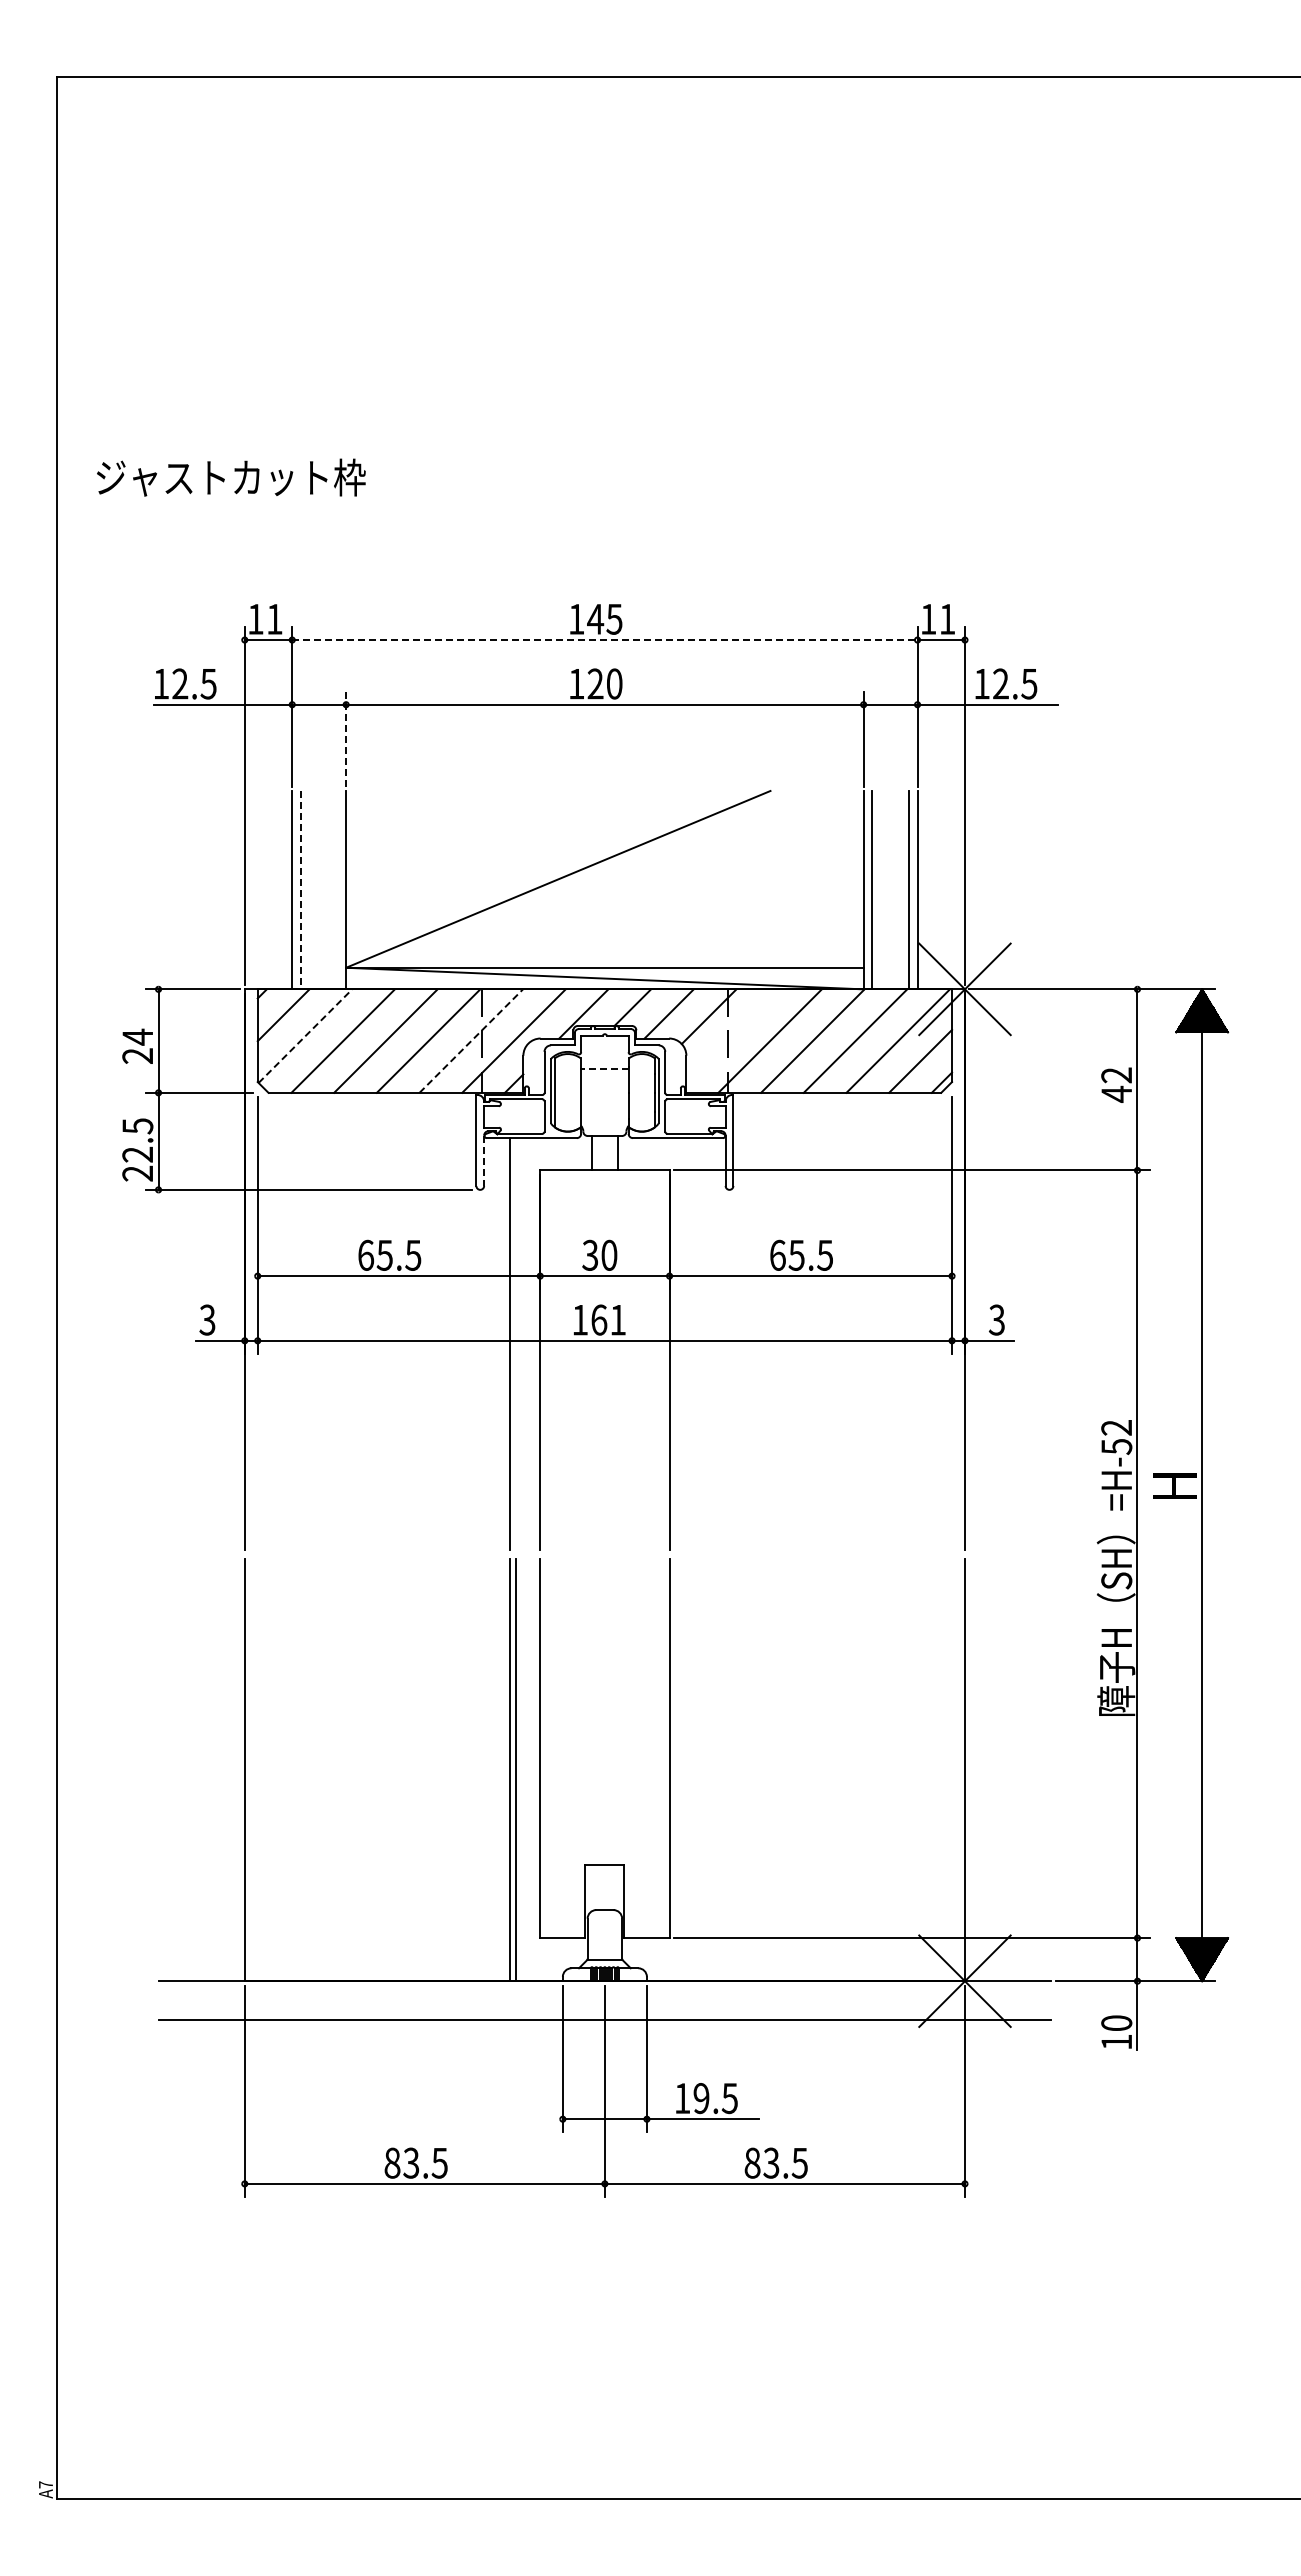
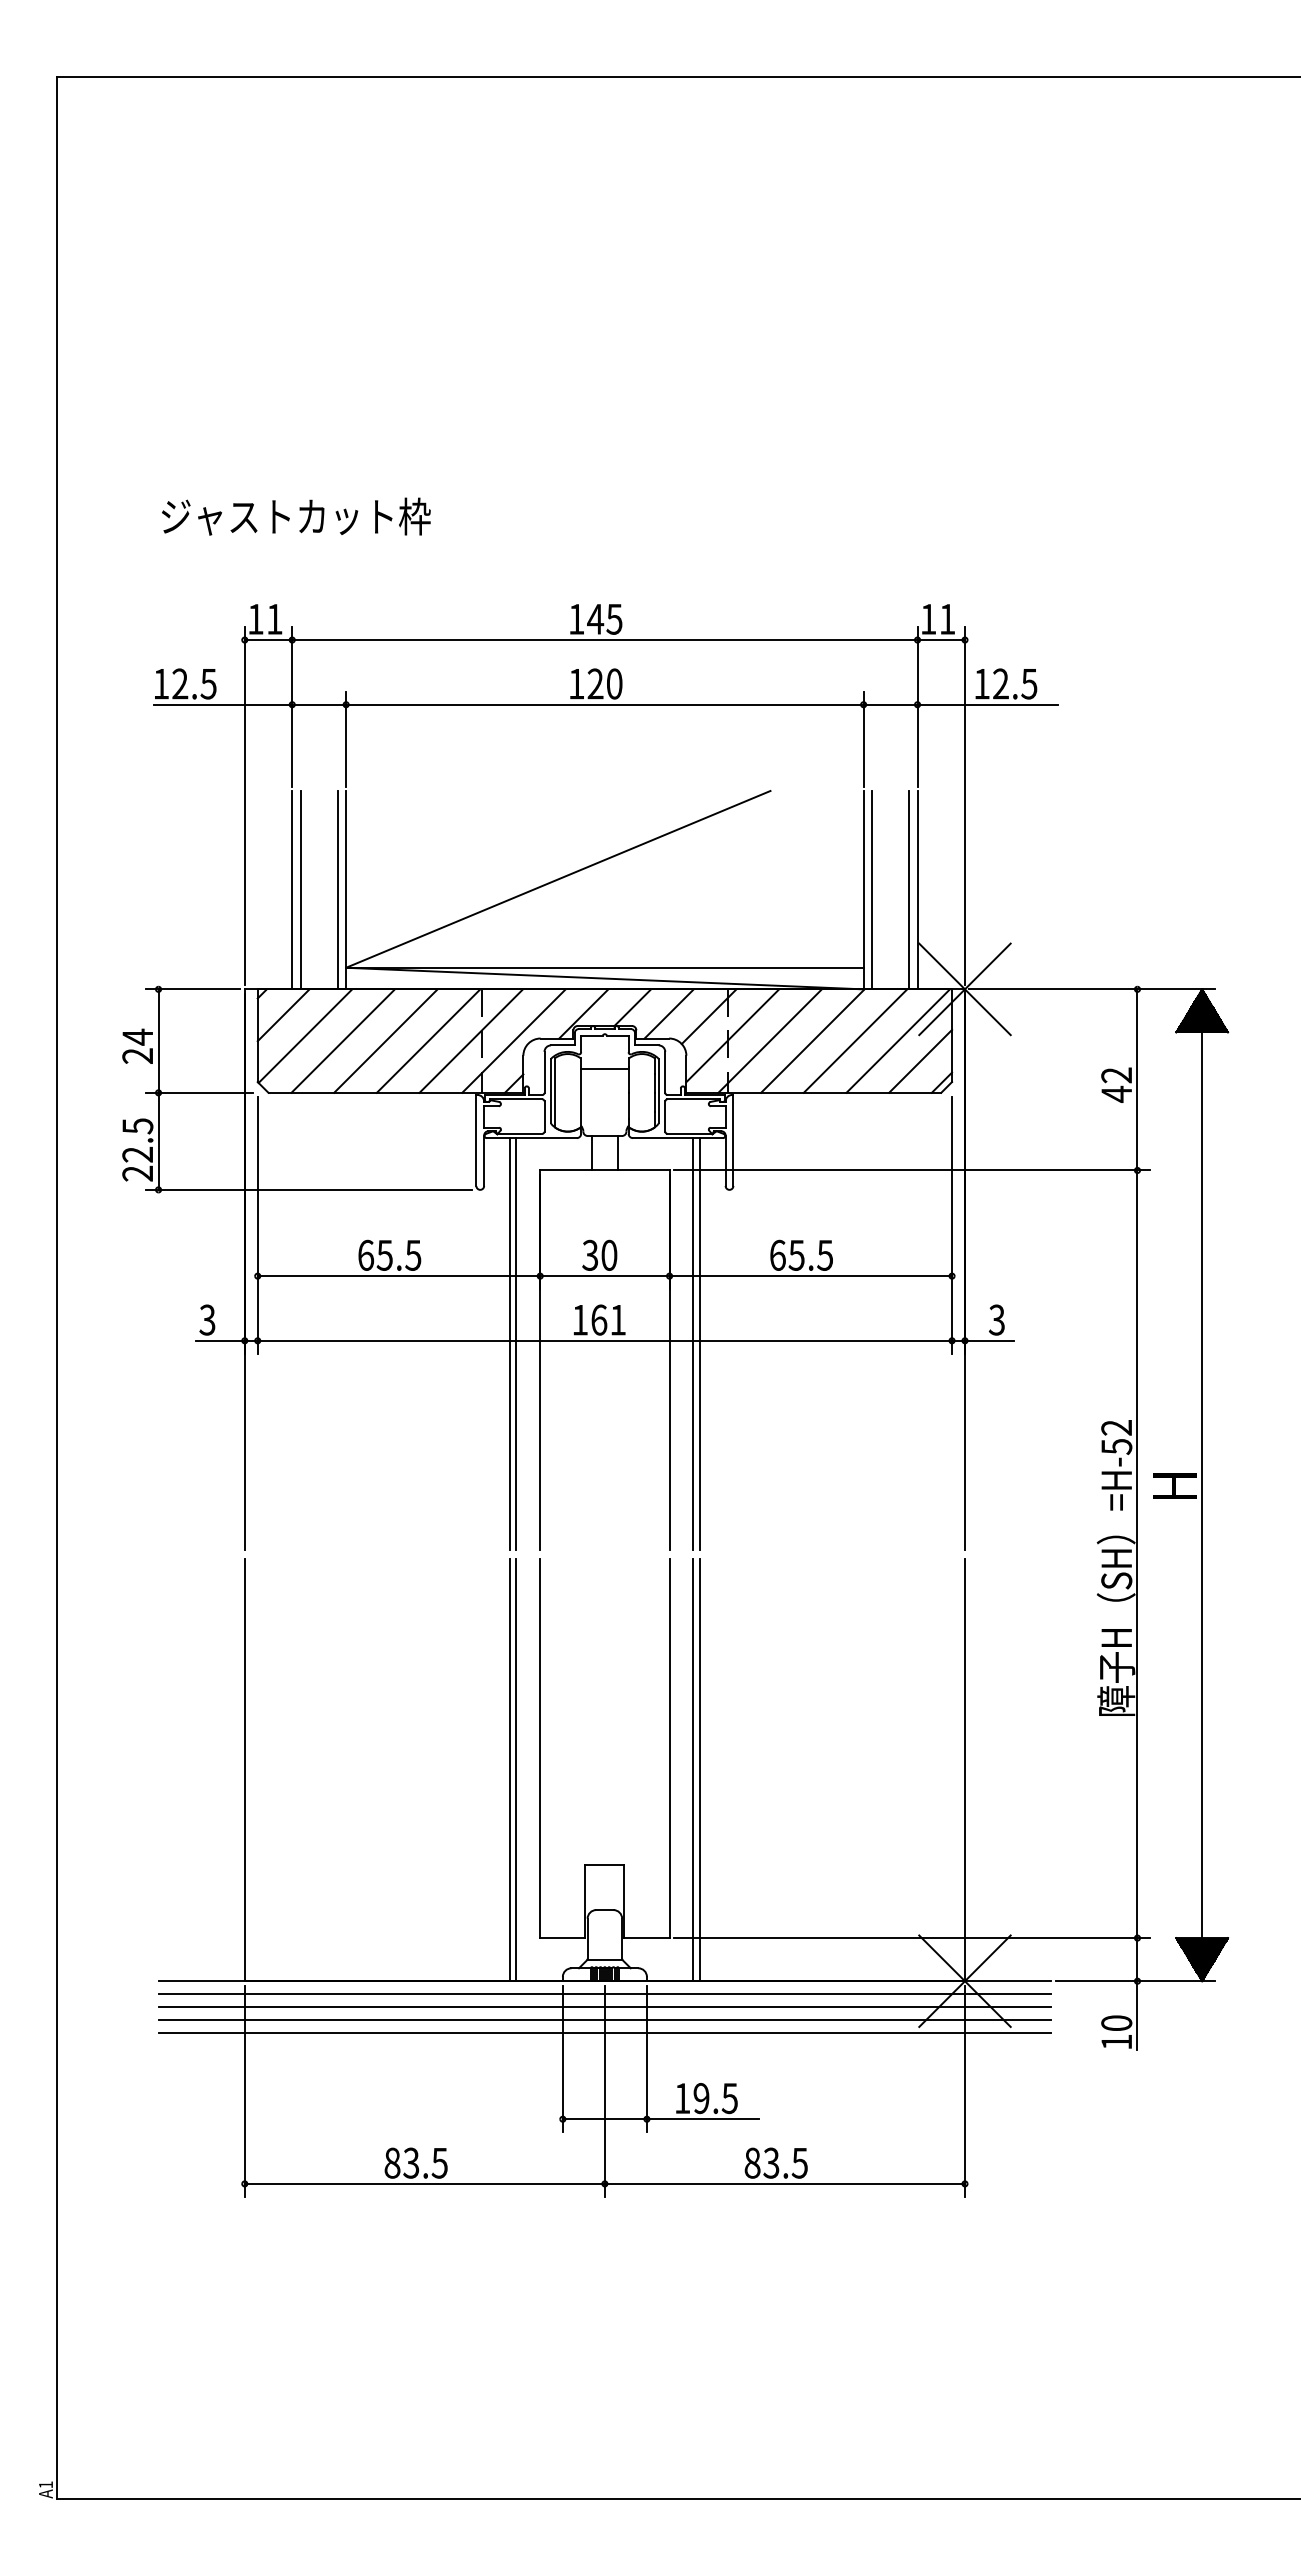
text at (231, 477) position: (231, 477) -> (296, 516)
line at (604, 640): dashed -> solid
line at (346, 738): dashed -> solid
line at (337, 889): none -> present
line at (300, 890): dashed -> solid
line at (305, 1035): dashed -> solid
line at (732, 1035): none -> present
line at (471, 1040): dashed -> solid
line at (604, 1069): dashed -> solid
line at (484, 1161): dashed -> solid
line at (516, 1343): none -> present
line at (693, 1343): none -> present
line at (699, 1343): none -> present
line at (693, 1769): none -> present
line at (699, 1769): none -> present
line at (604, 1994): none -> present
line at (604, 2007): none -> present
line at (604, 2032): none -> present
text at (45, 2484): A7 -> A1
